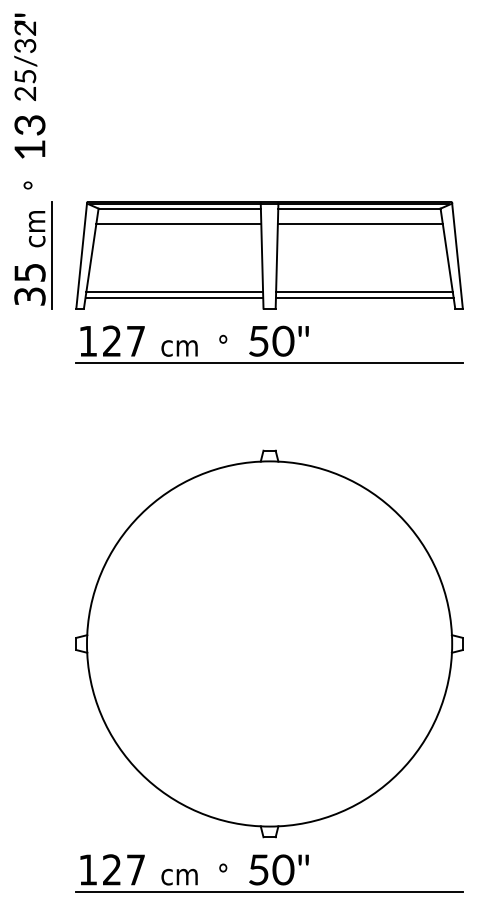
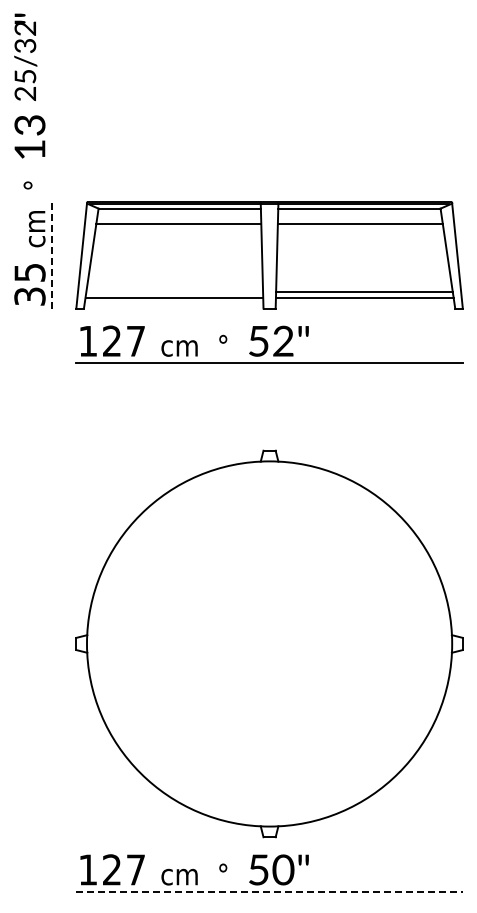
line at (52, 254): solid -> dashed
line at (174, 291): present -> none
text at (283, 341): 50" -> 52"
line at (270, 892): solid -> dashed
